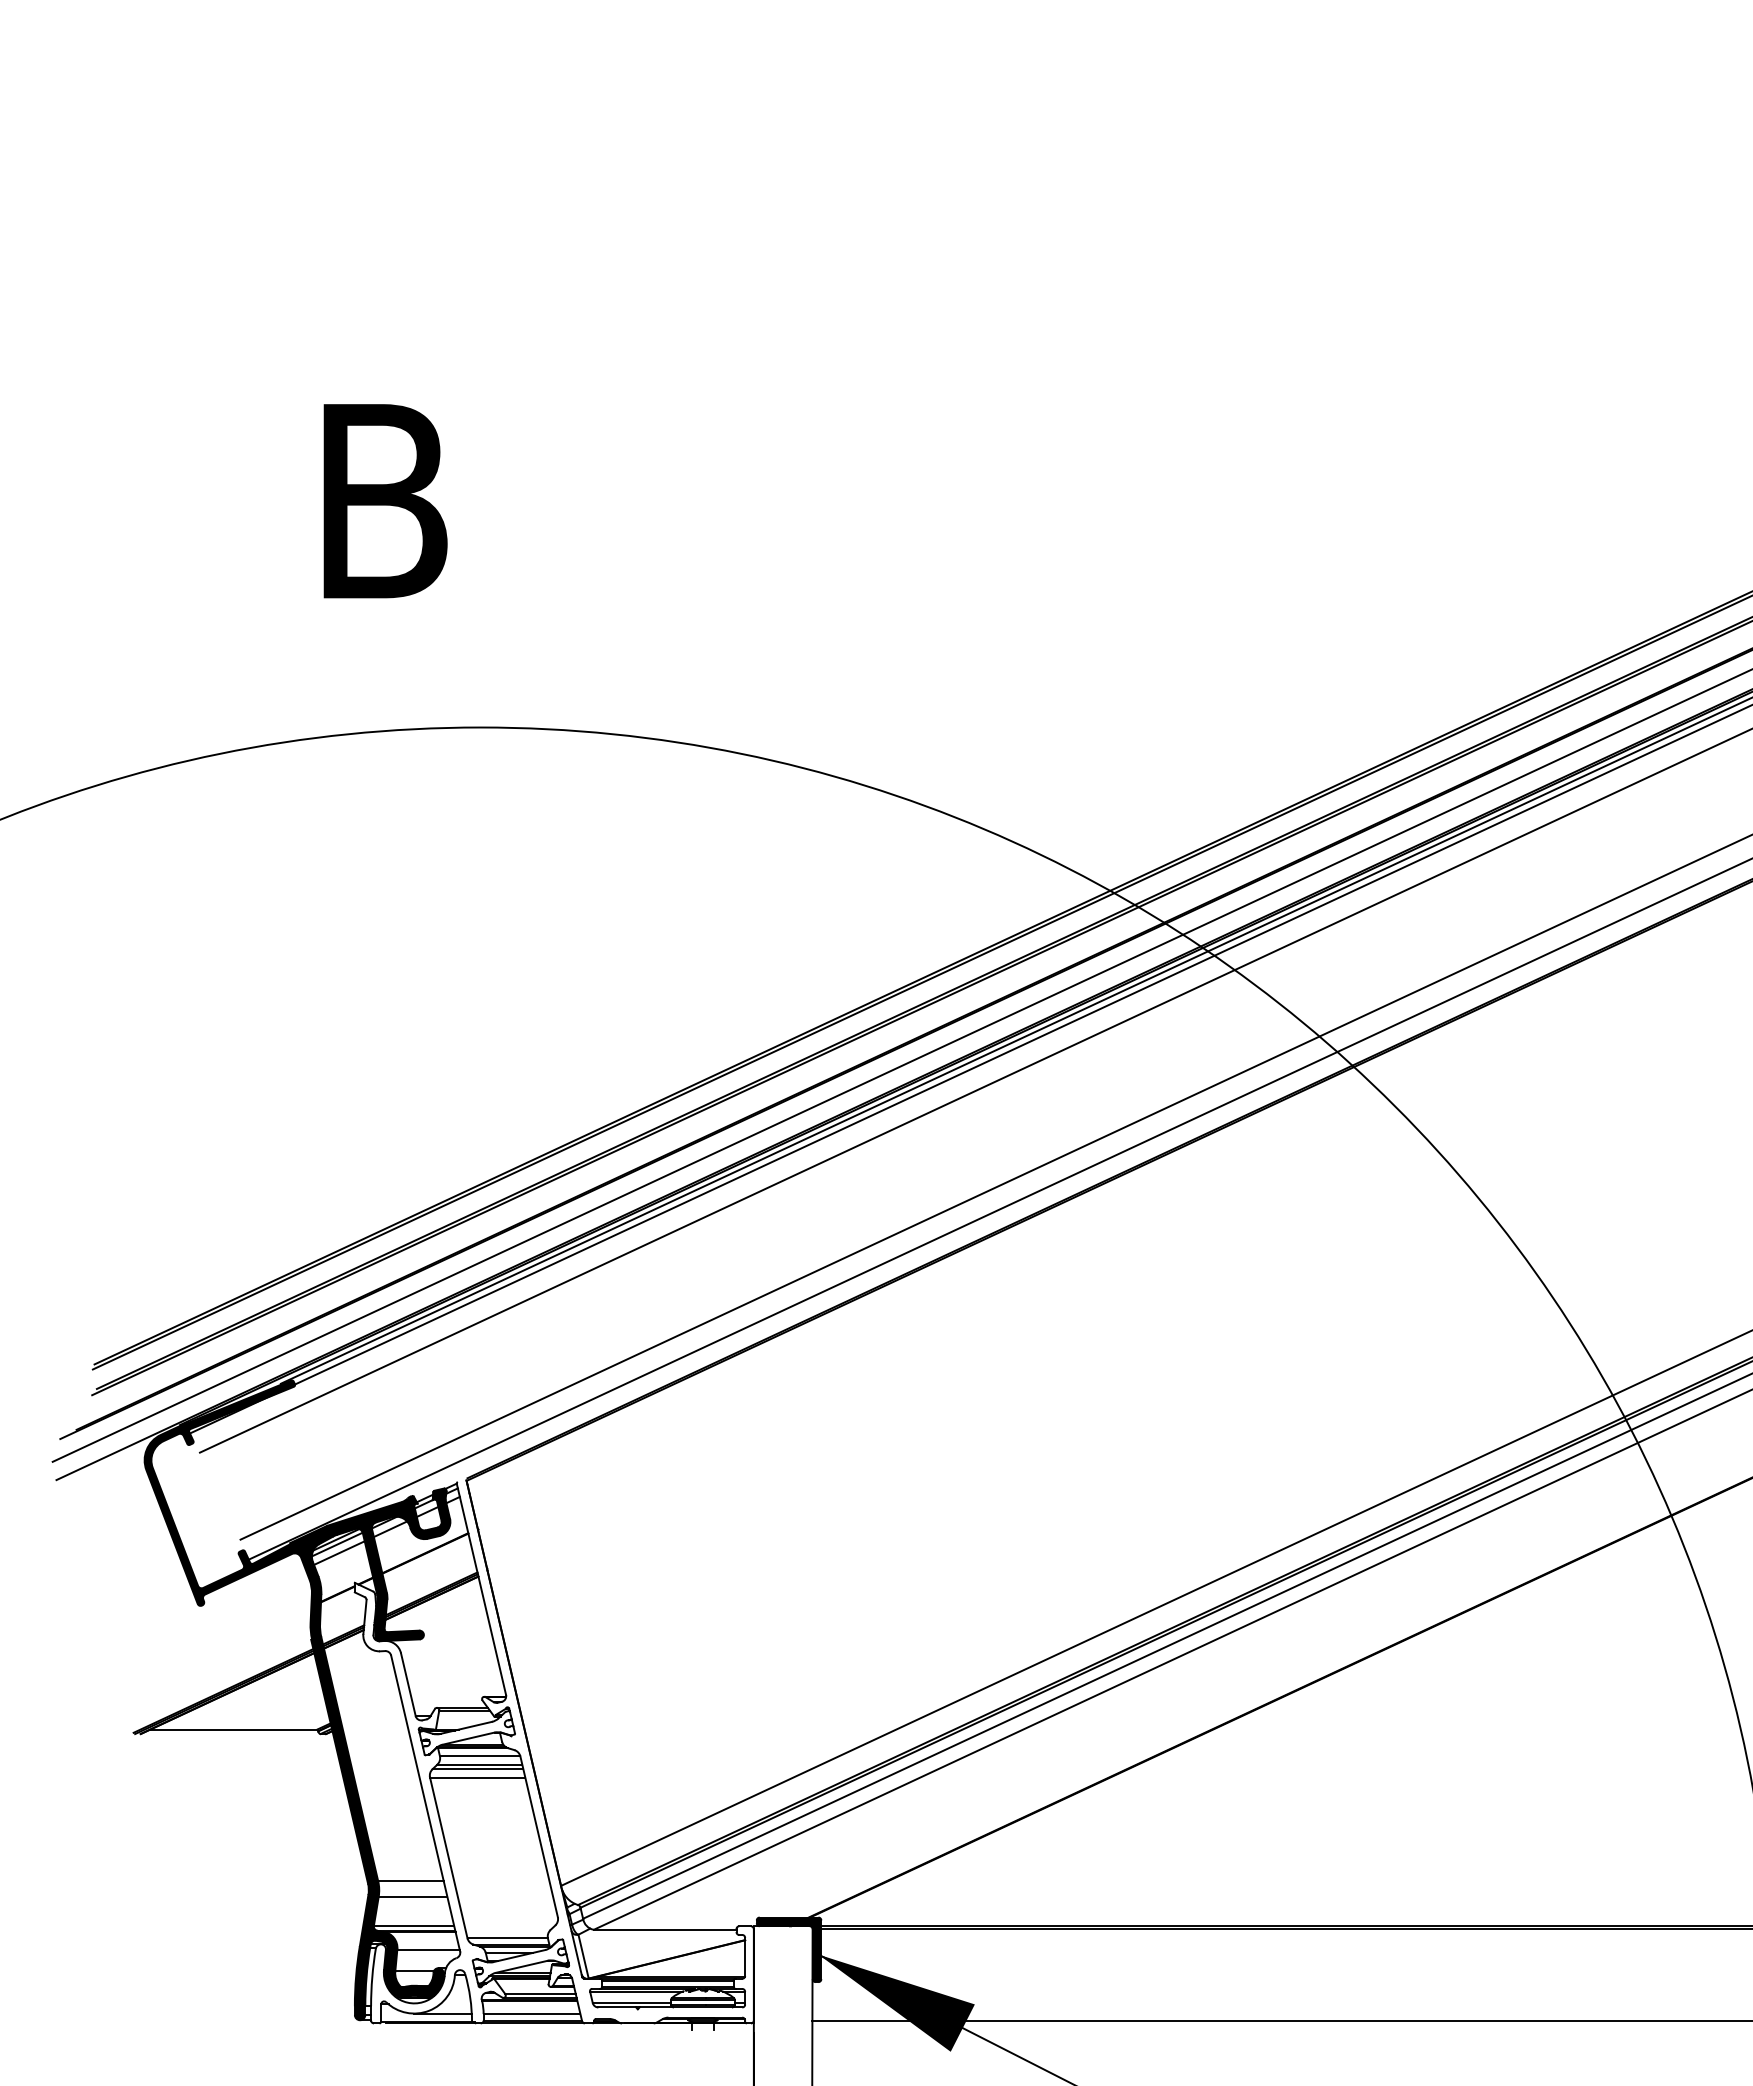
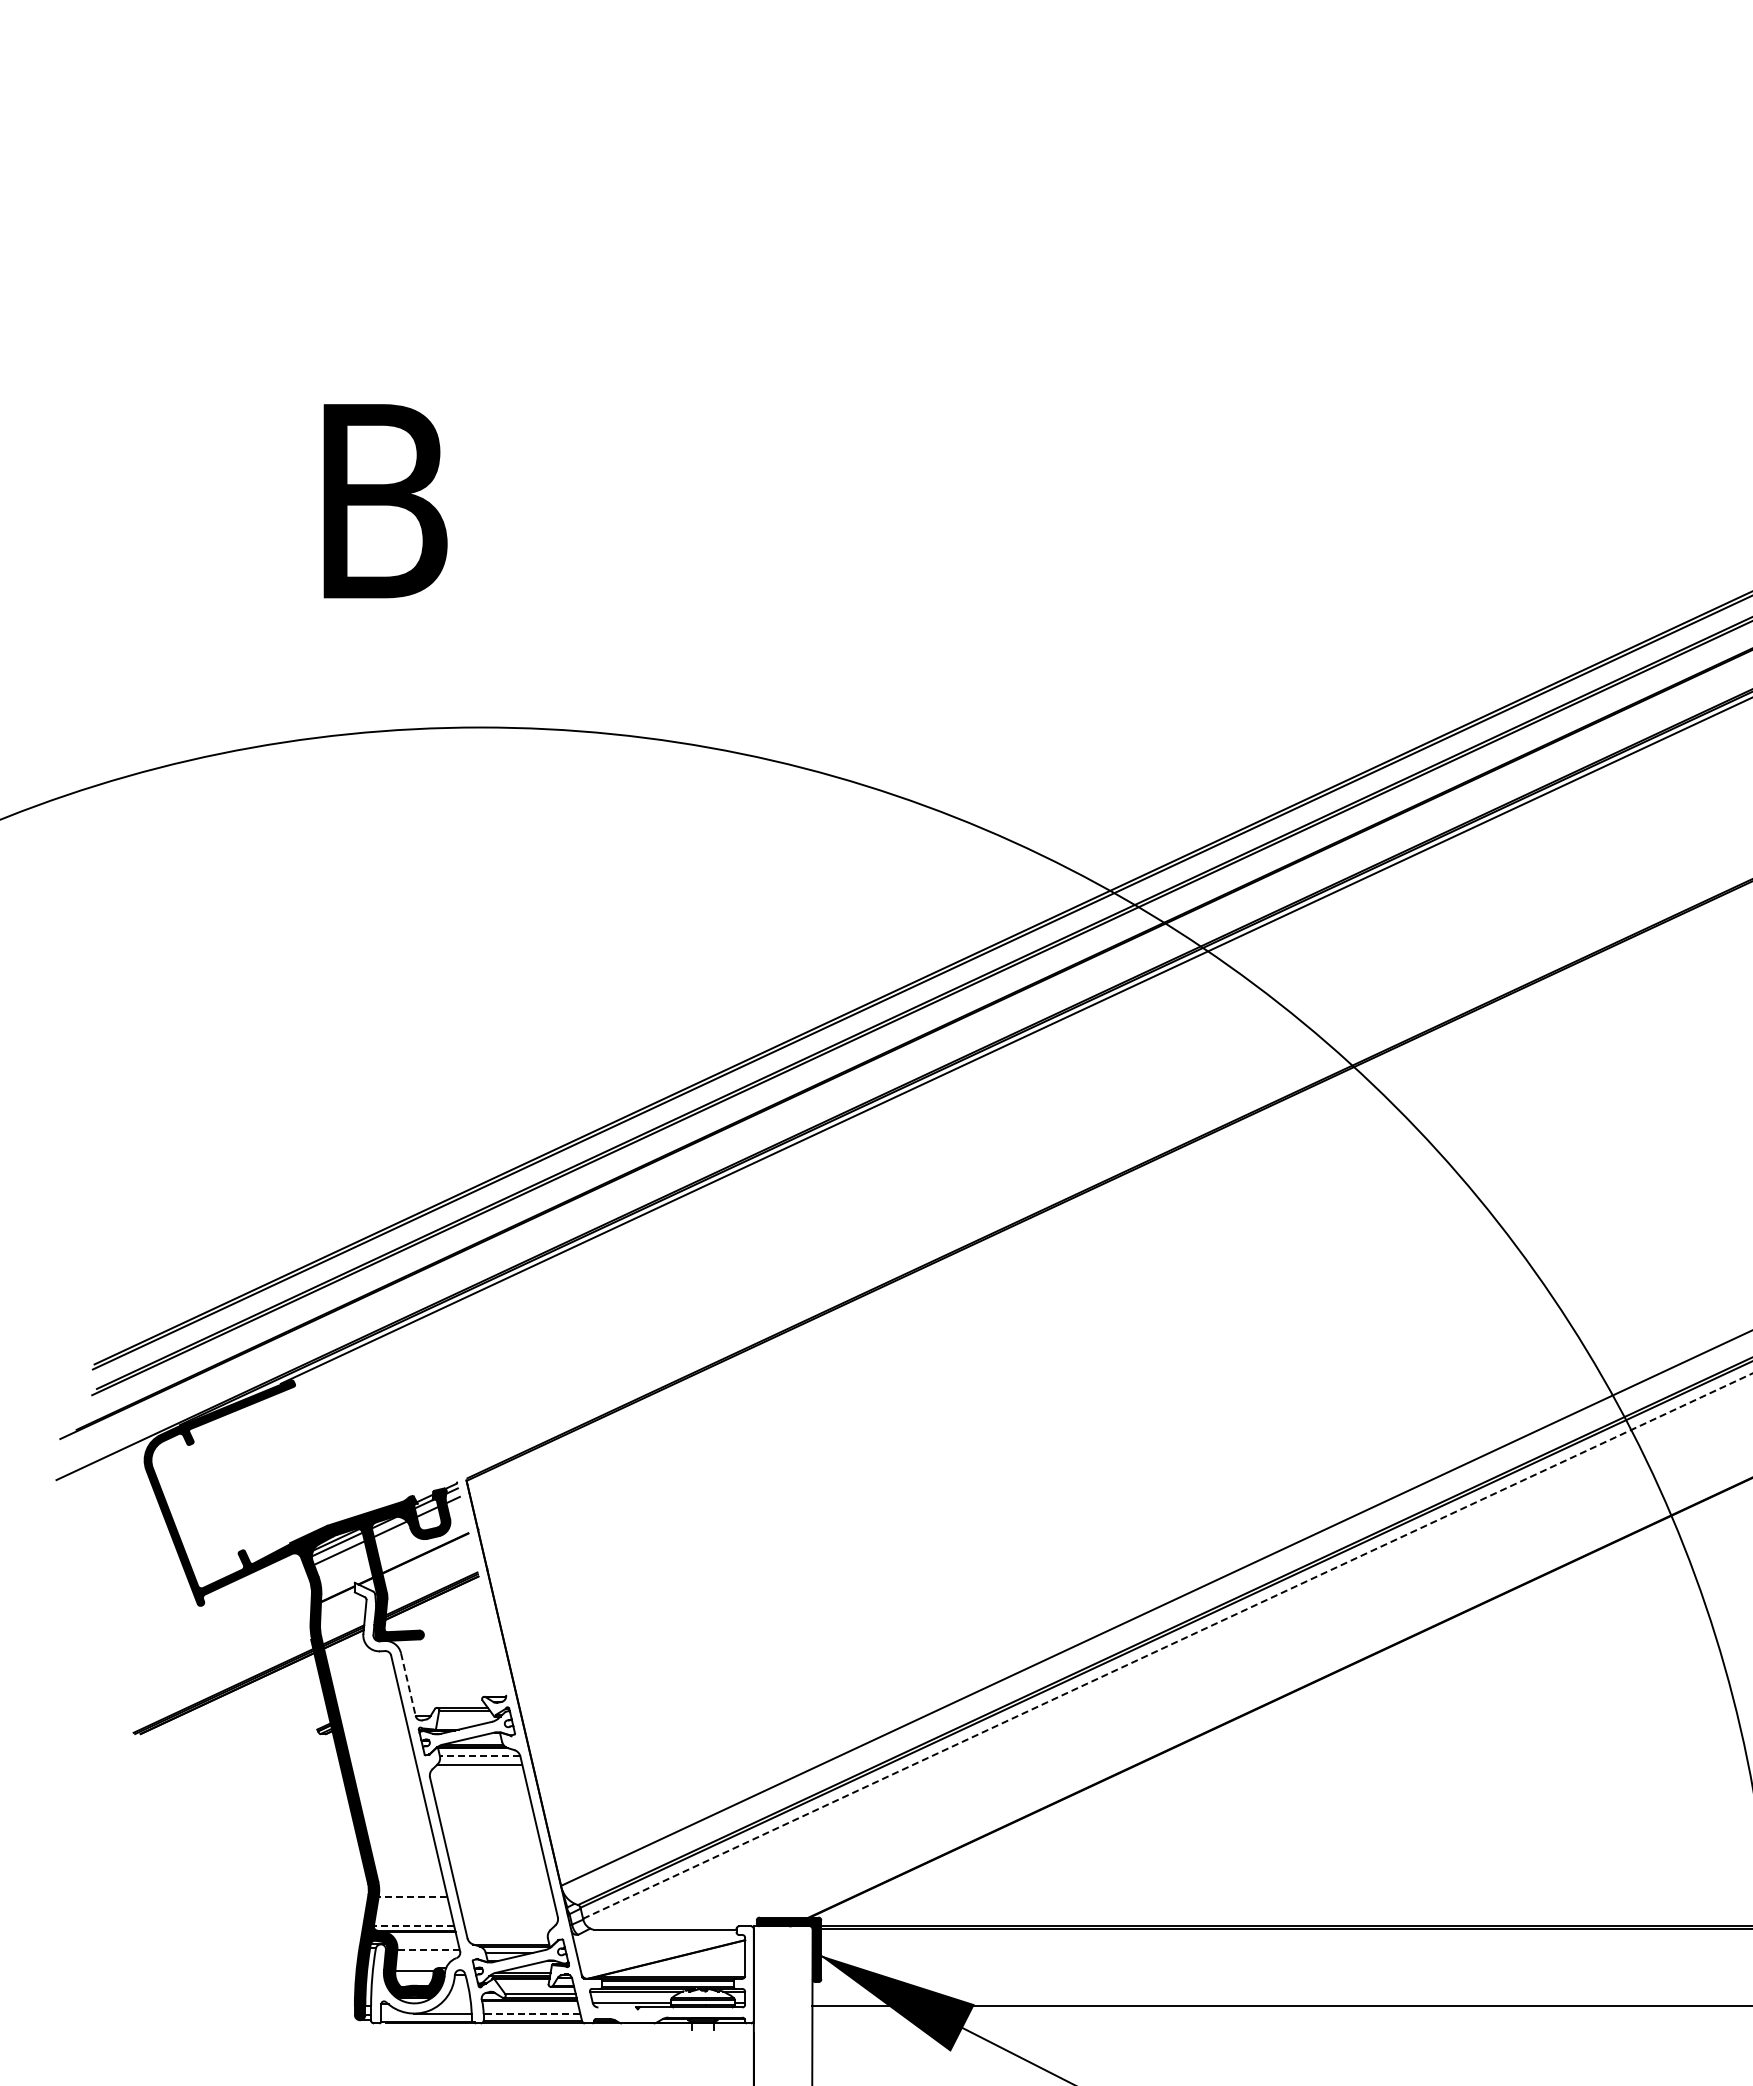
line at (900, 1065): present -> none
line at (969, 1069): present -> none
line at (974, 1090): present -> none
line at (994, 1187): present -> none
line at (999, 1209): present -> none
line at (481, 1588): present -> none
line at (1168, 1645): solid -> dashed
line at (1171, 1659): present -> none
line at (408, 1685): solid -> dashed
line at (233, 1729): present -> none
line at (479, 1756): solid -> dashed
line at (477, 1769): present -> none
line at (477, 1777): present -> none
line at (410, 1881): present -> none
line at (412, 1896): solid -> dashed
line at (413, 1925): solid -> dashed
line at (507, 1938): present -> none
line at (428, 1949): solid -> dashed
line at (583, 1956): present -> none
line at (617, 2007): present -> none
line at (531, 2014): solid -> dashed
line at (1280, 2020) position: (1280, 2020) -> (1280, 2005)
